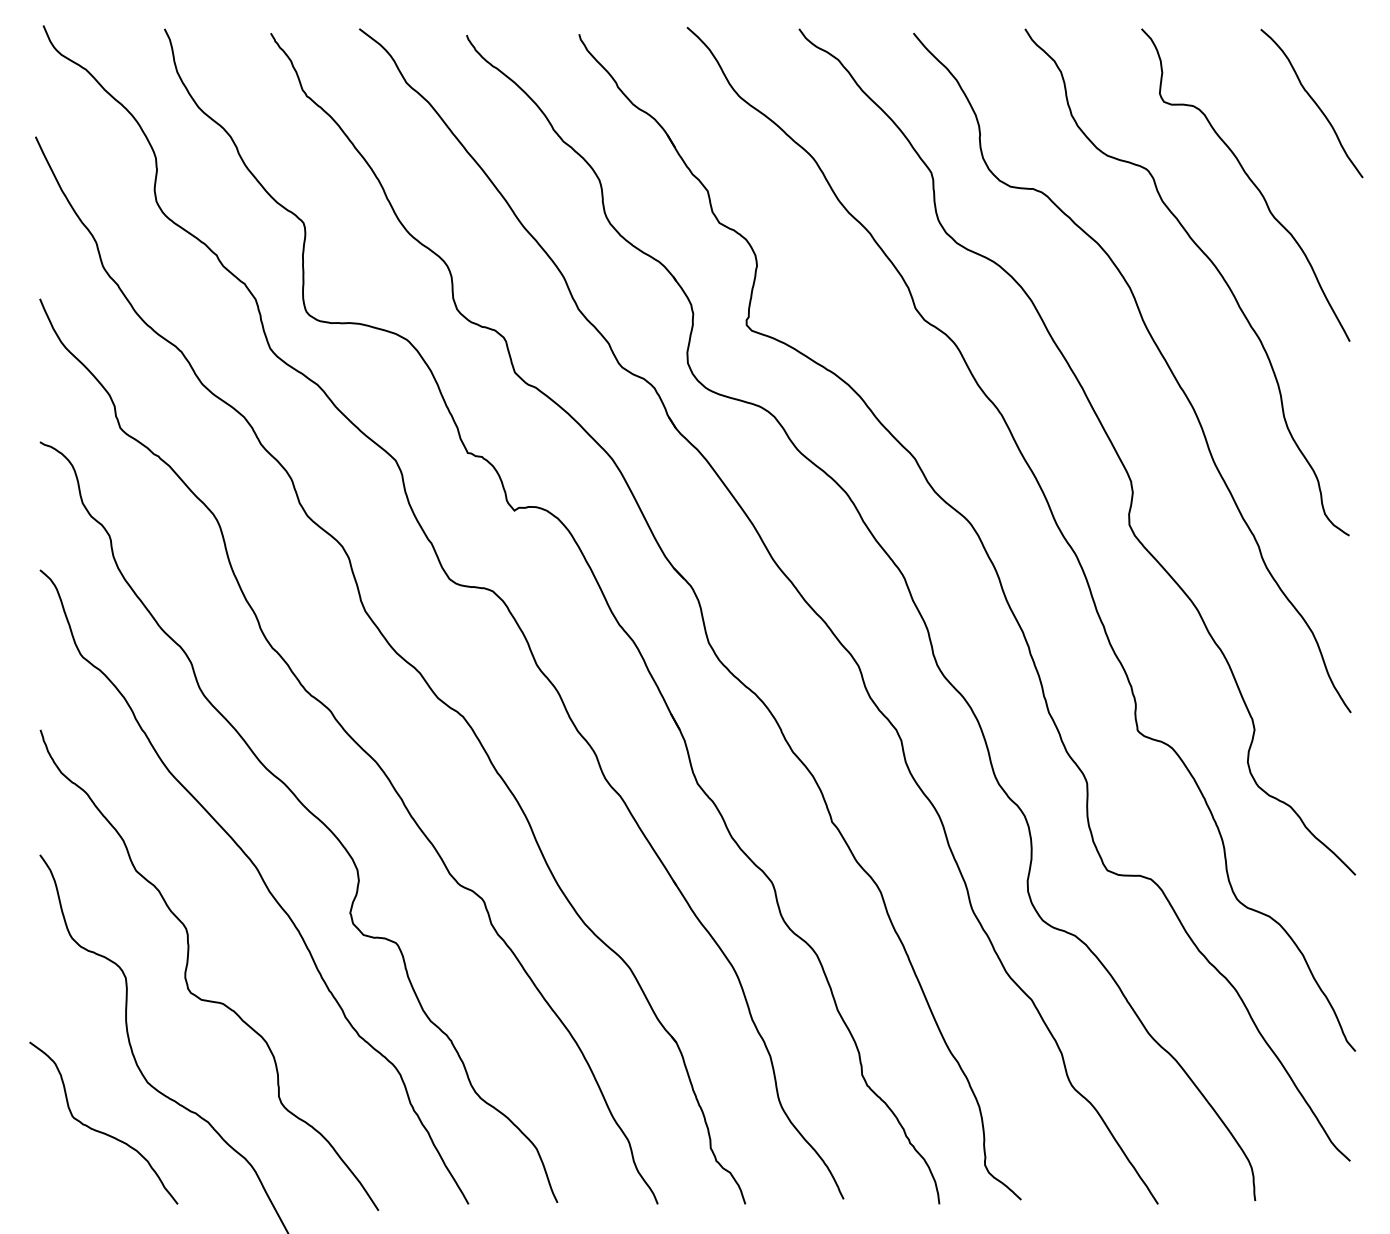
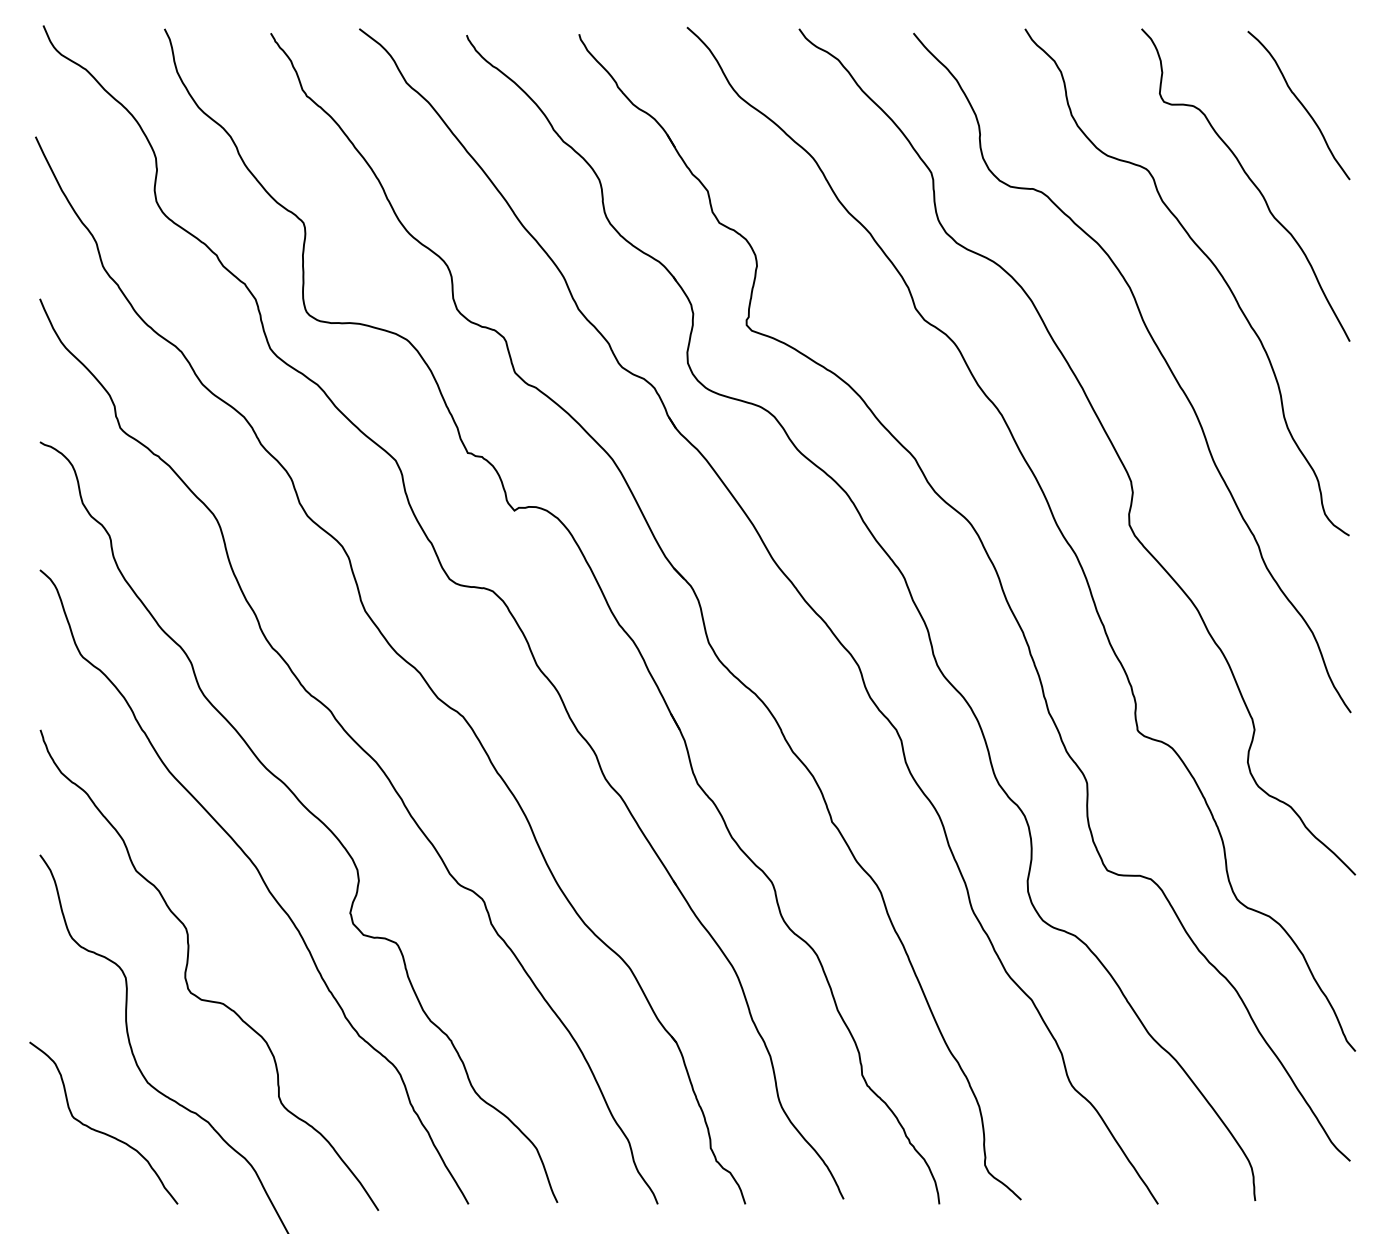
curve at (1313, 102) position: (1313, 102) -> (1300, 104)
